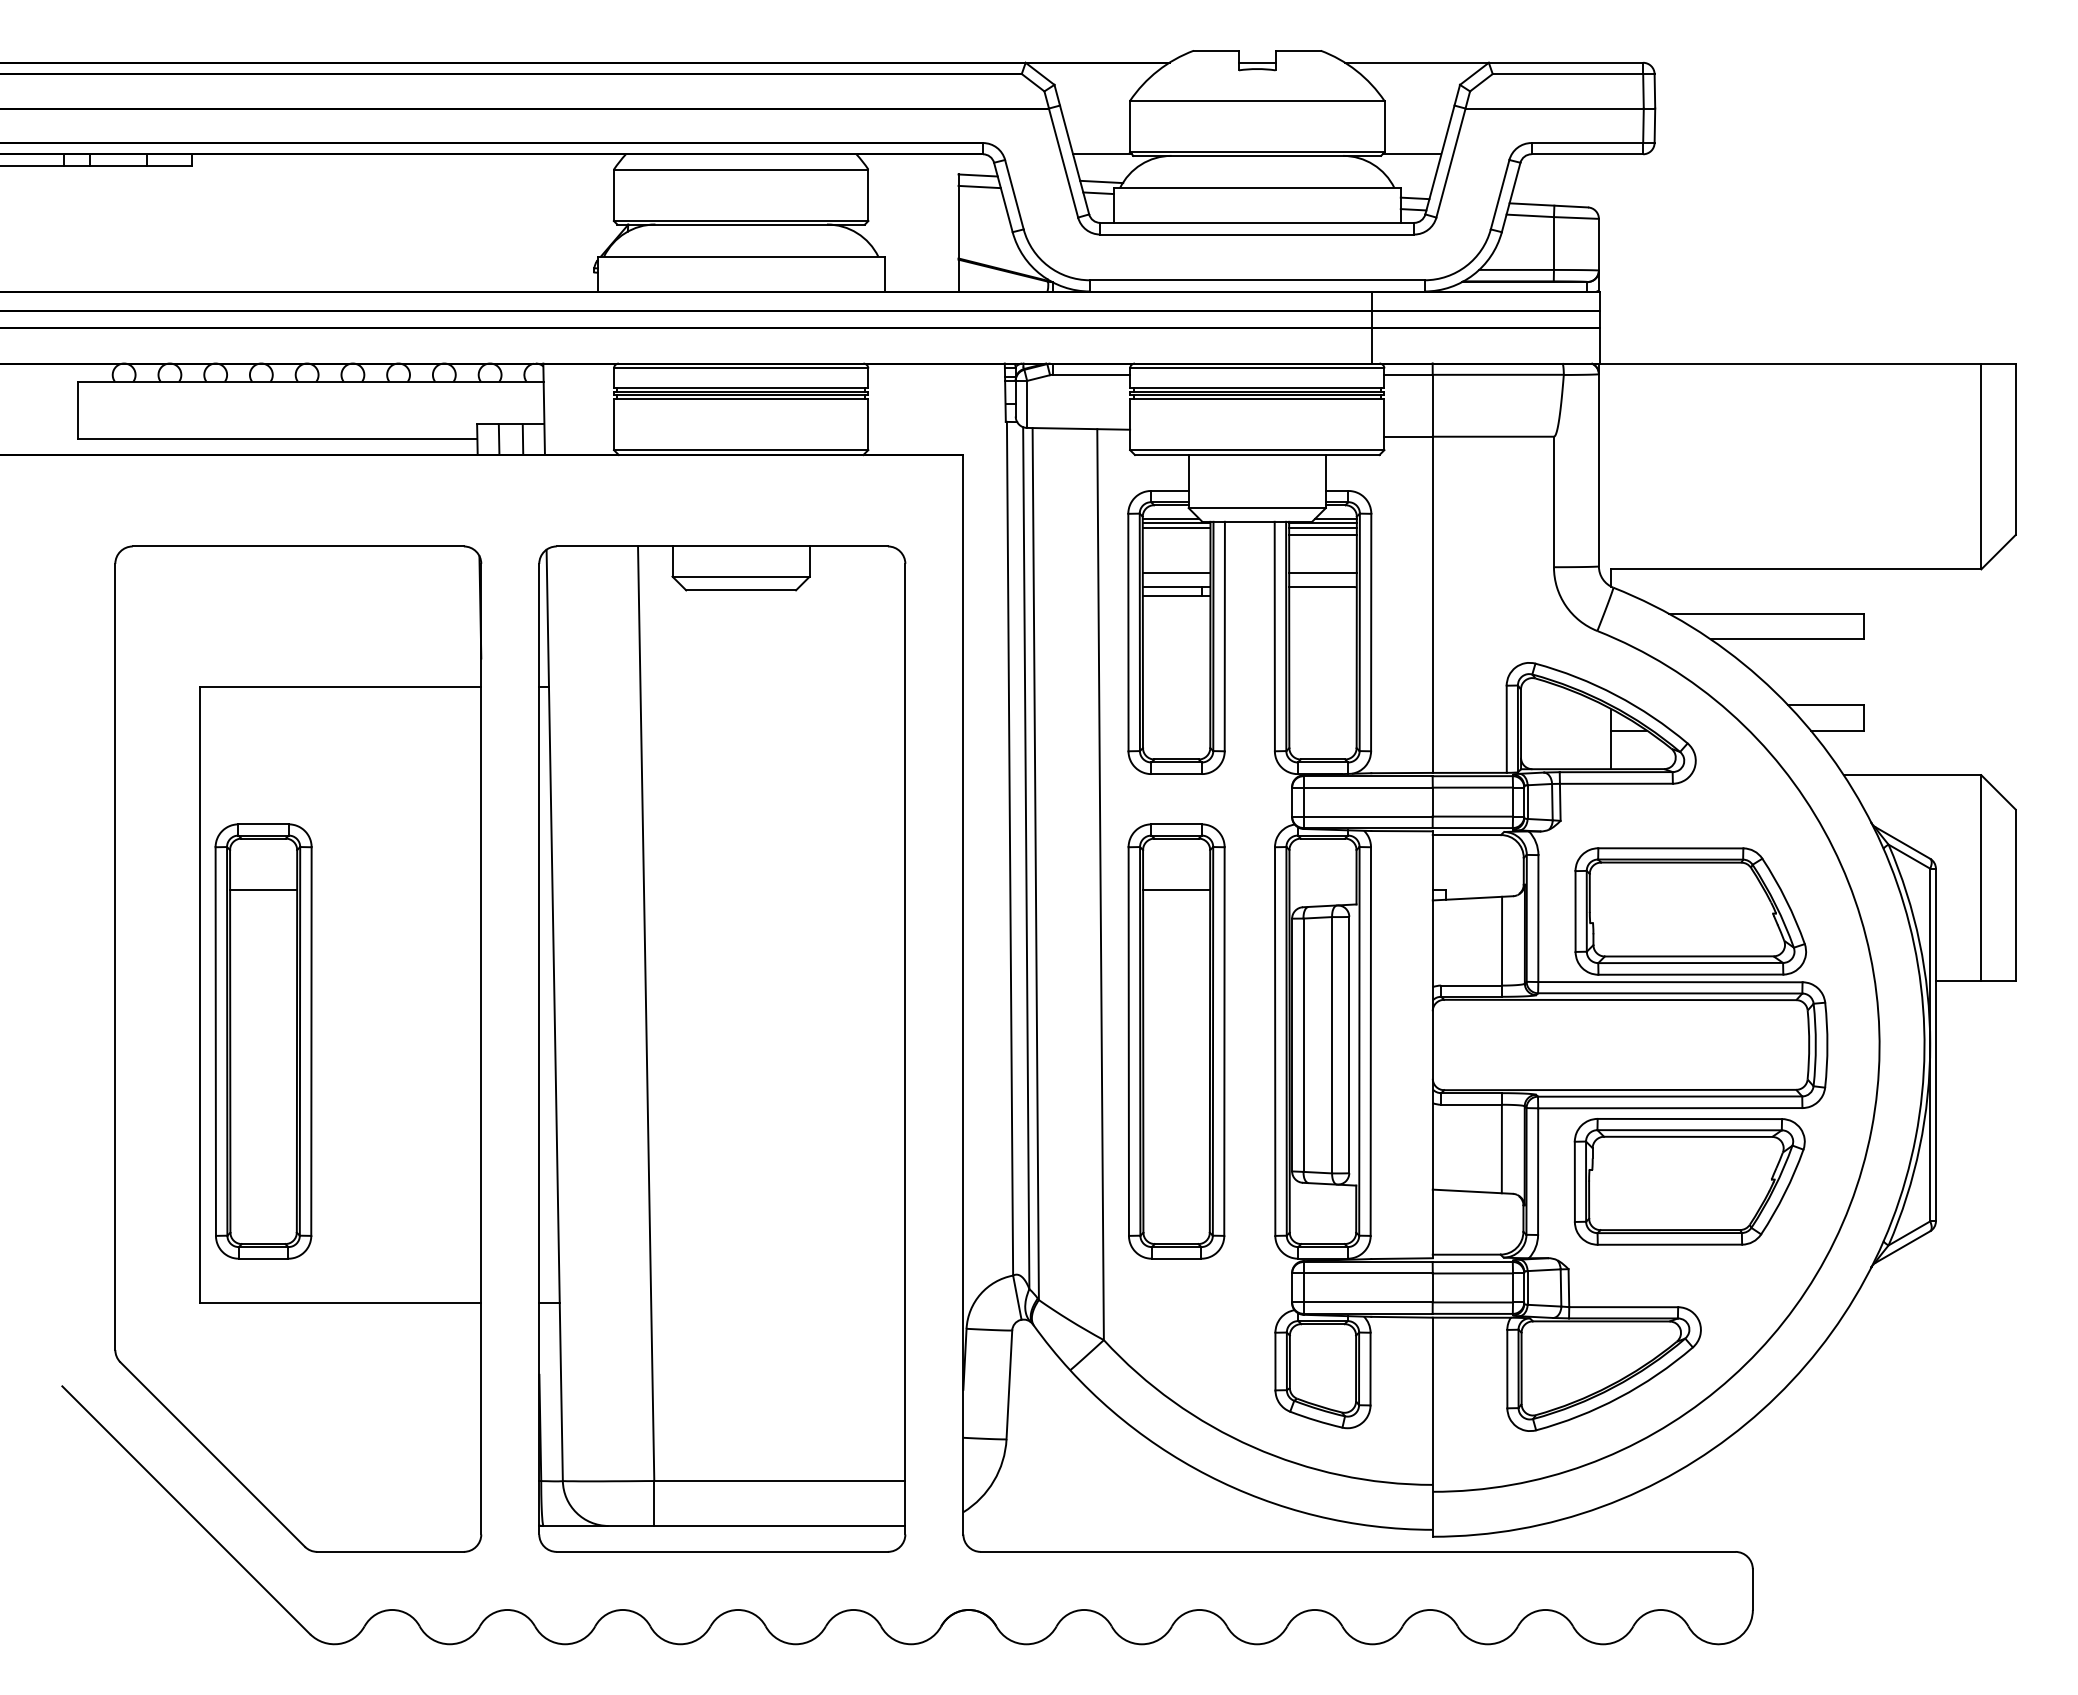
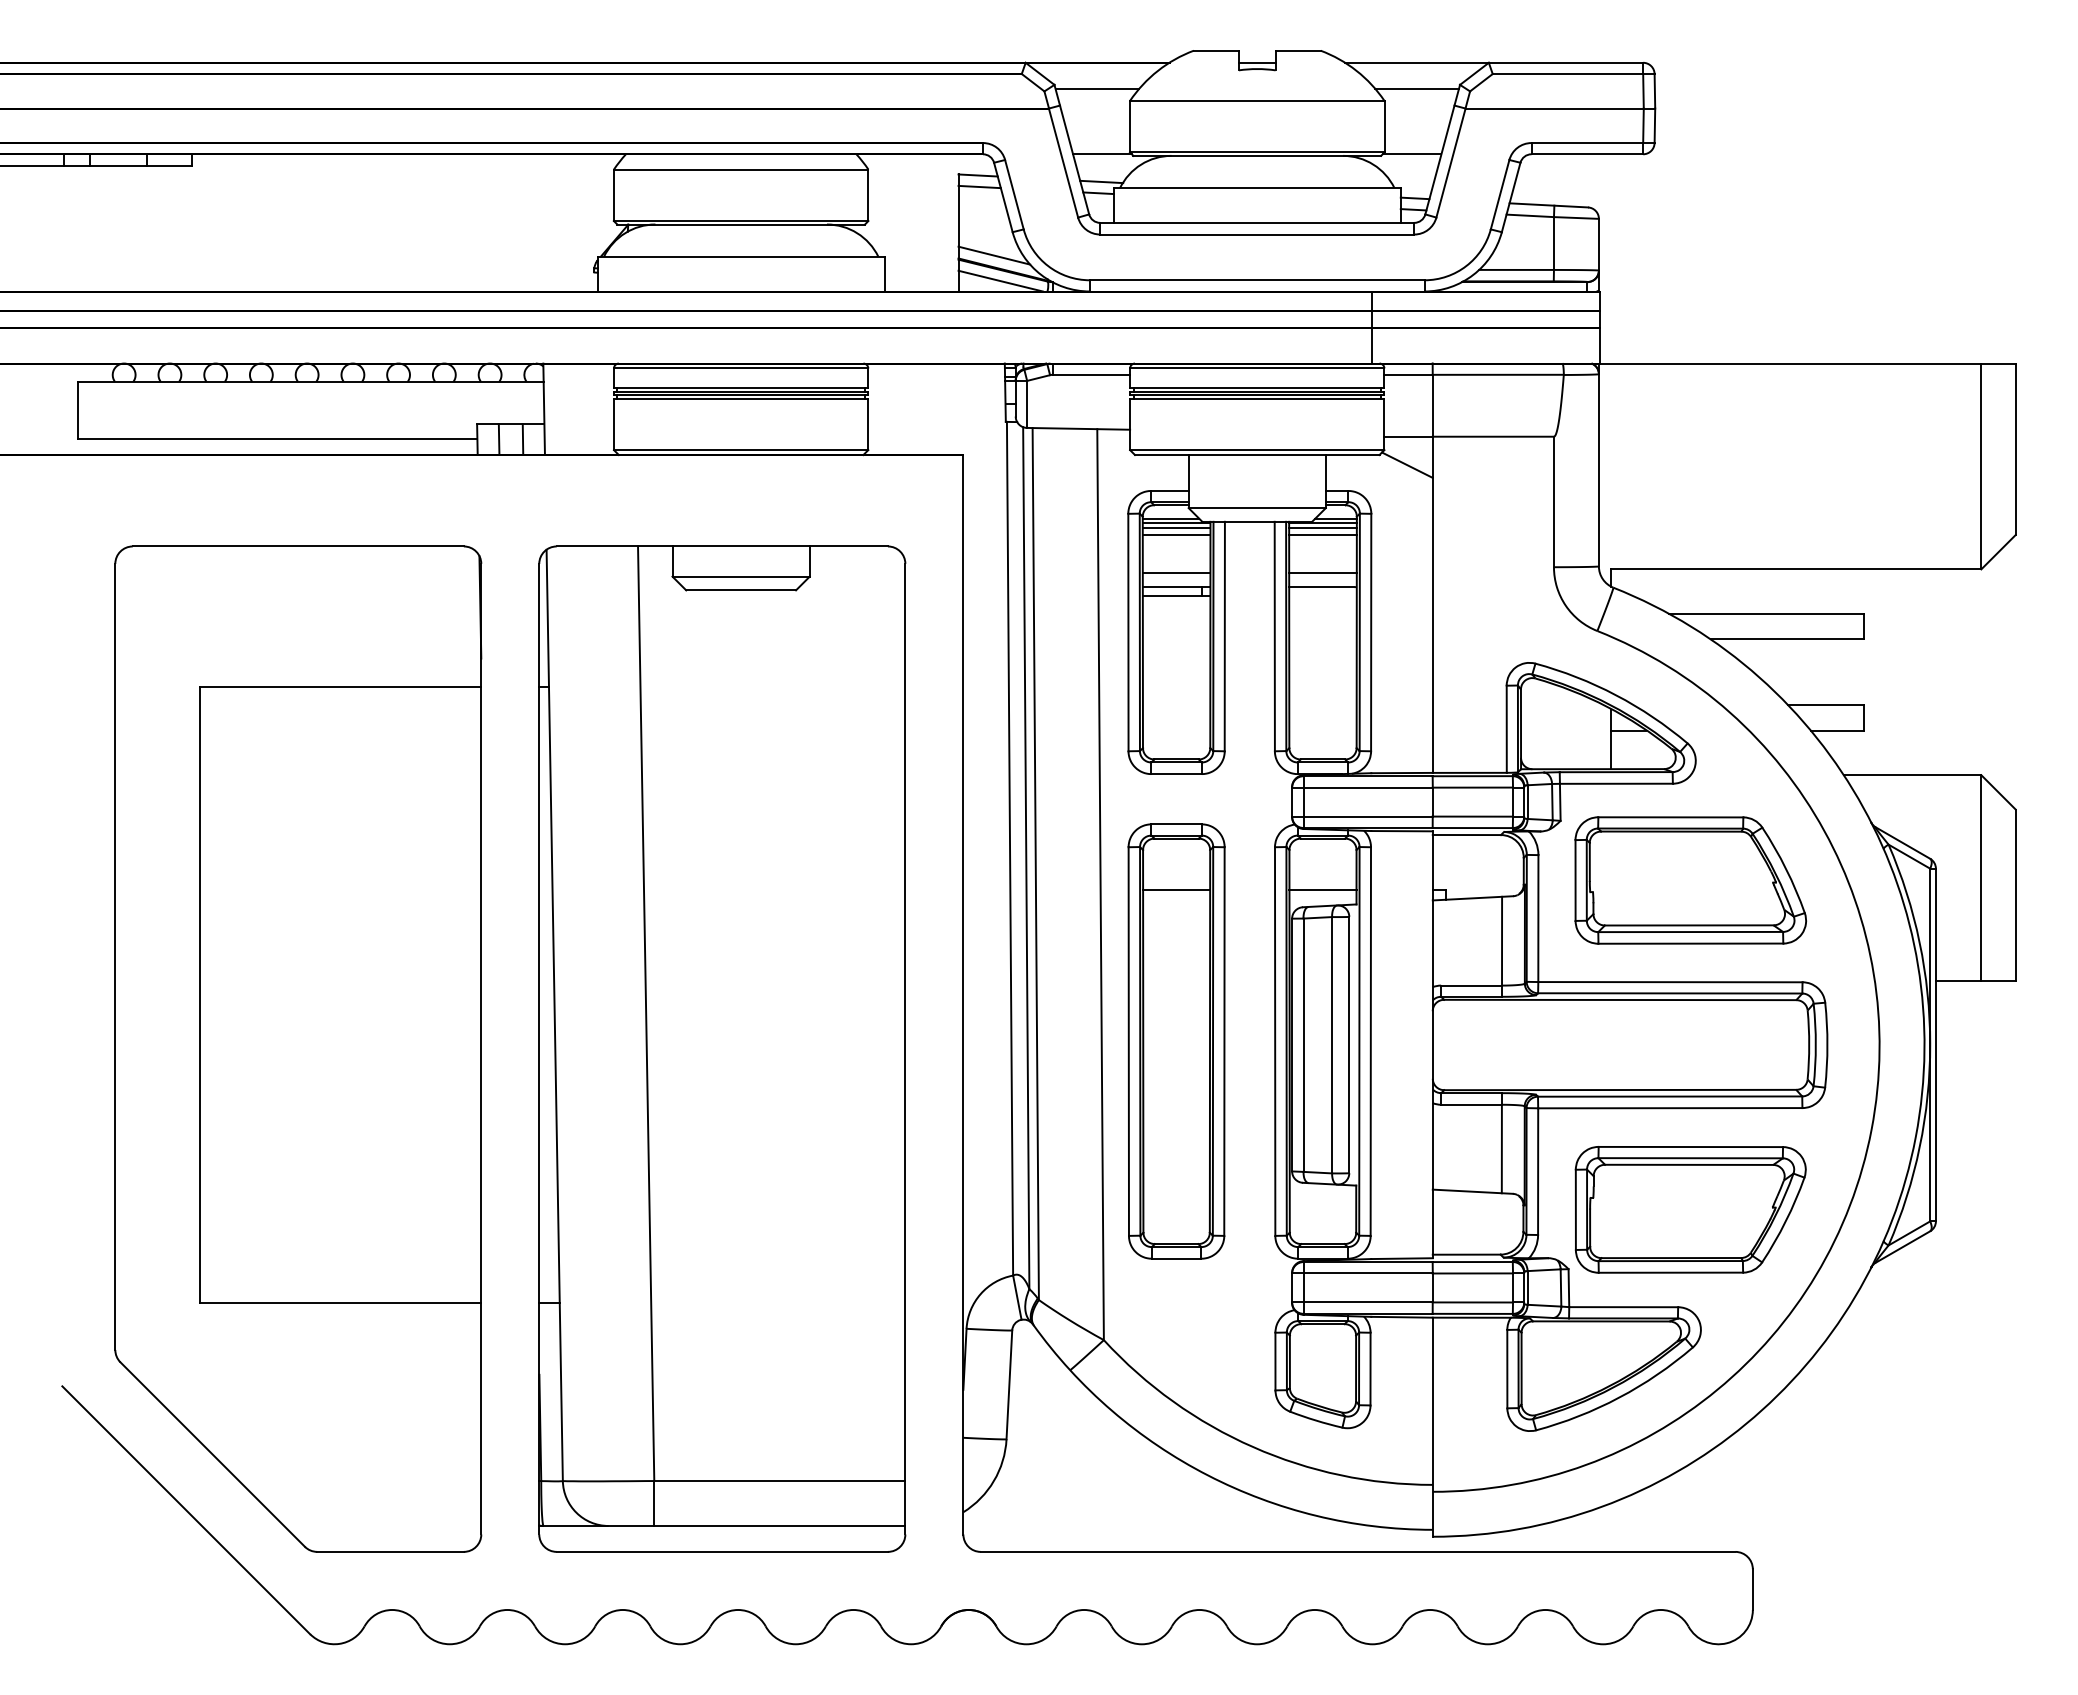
line at (1097, 89): none -> present
line at (1416, 89): none -> present
line at (994, 255): none -> present
line at (1000, 280): none -> present
line at (1407, 464): none -> present
line at (1176, 534): none -> present
line at (1322, 889): none -> present
part at (1690, 911) position: (1690, 911) -> (1690, 880)
part at (263, 1041): present -> none
part at (1689, 1181) position: (1689, 1181) -> (1690, 1209)
